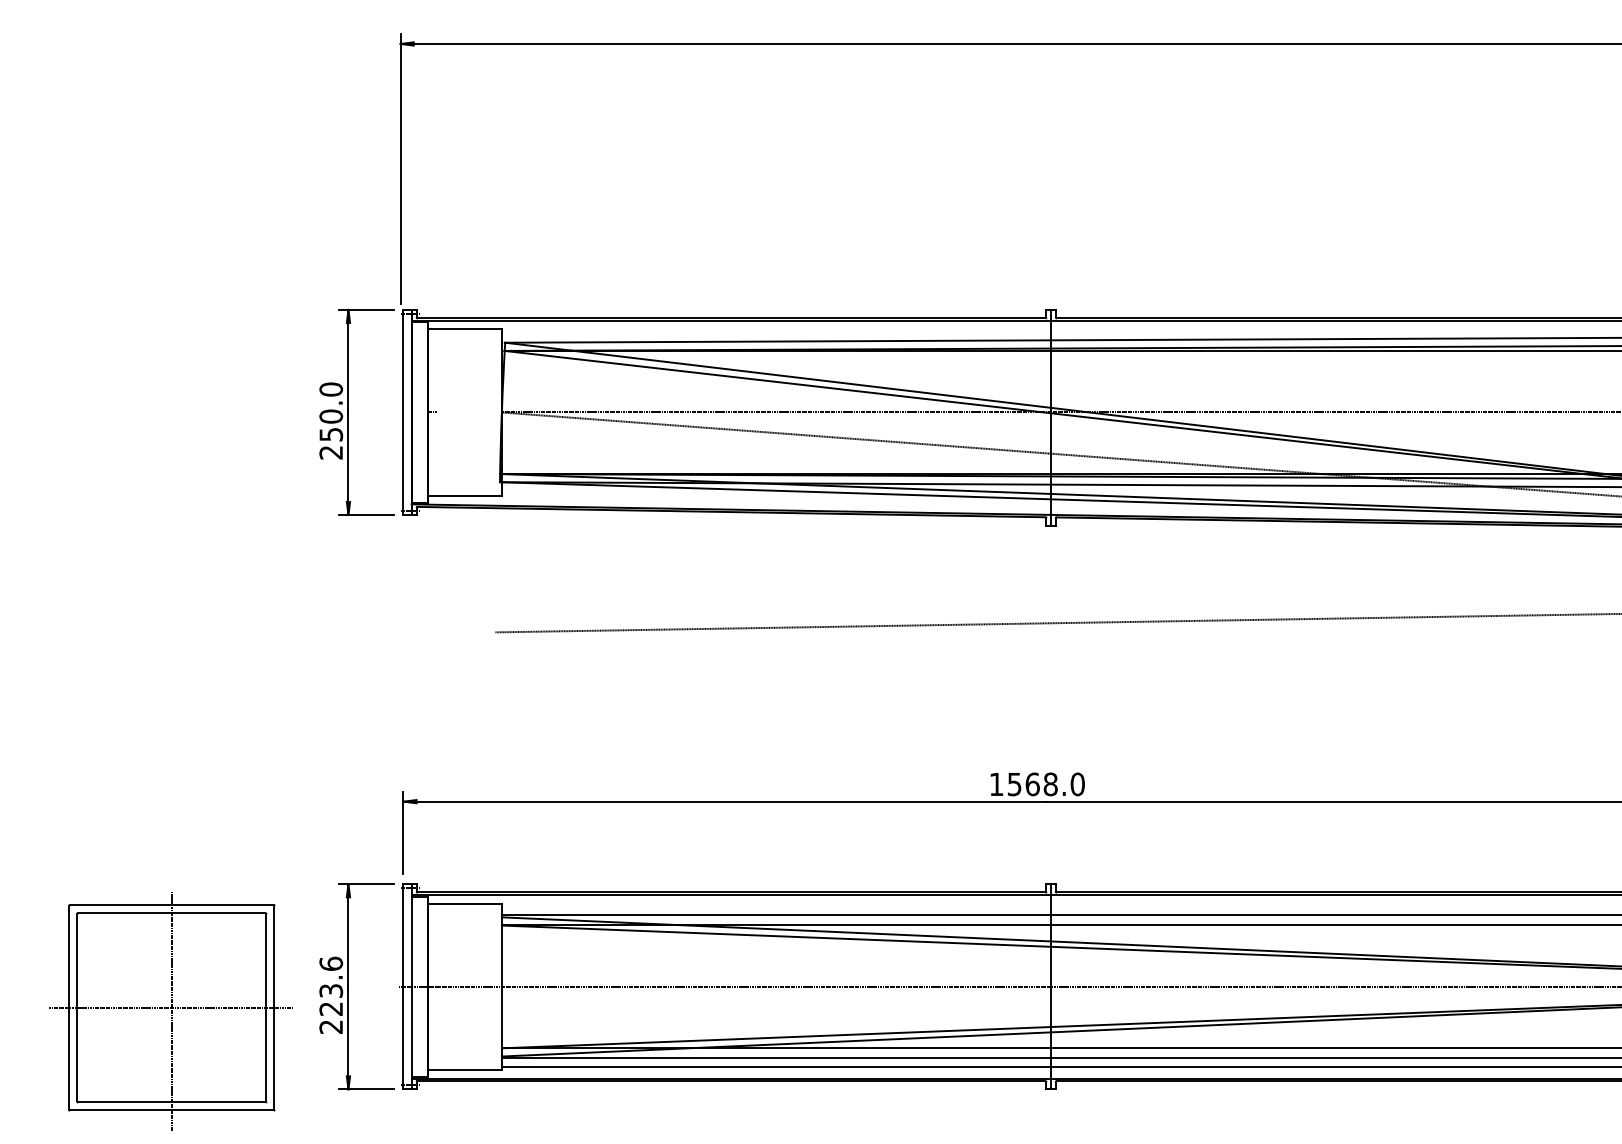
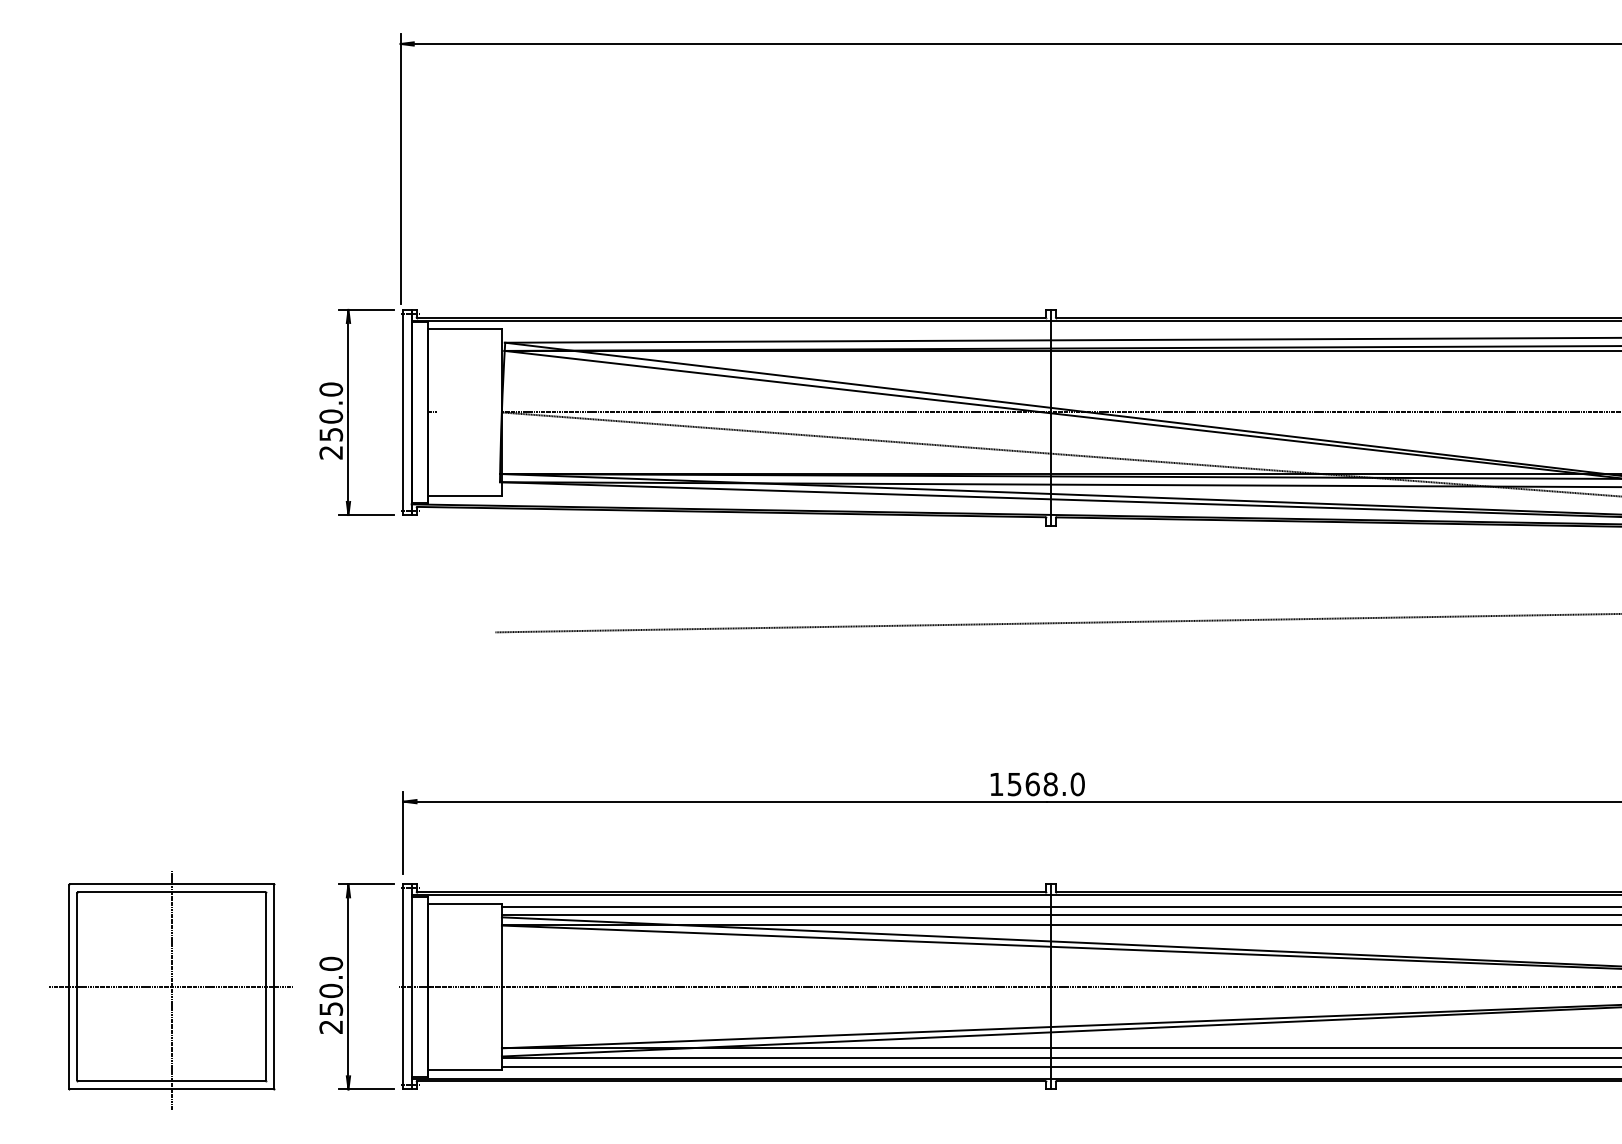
line at (1059, 907): none -> present
text at (331, 985): 223.6 -> 250.0
part at (170, 1011) position: (170, 1011) -> (170, 990)
